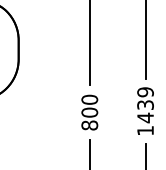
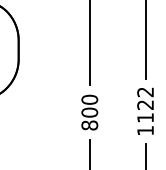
text at (145, 105): 1439 -> 1122
